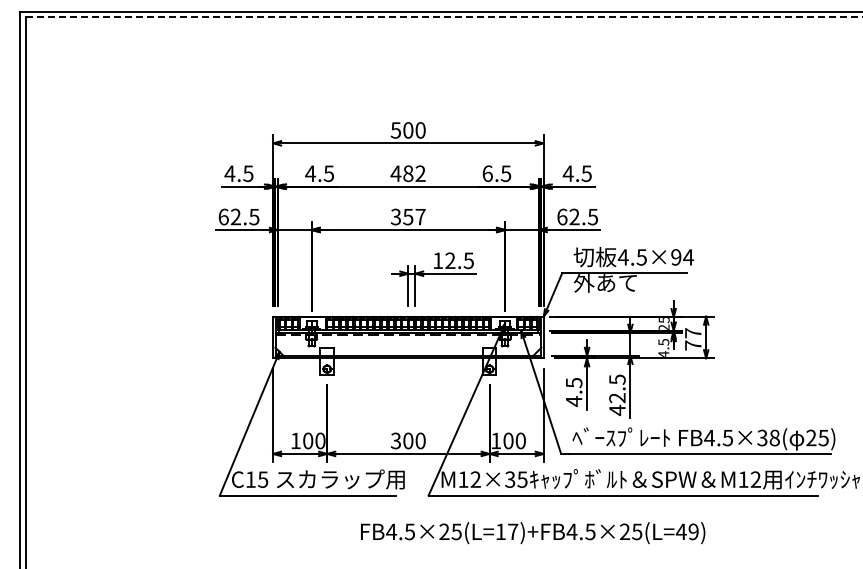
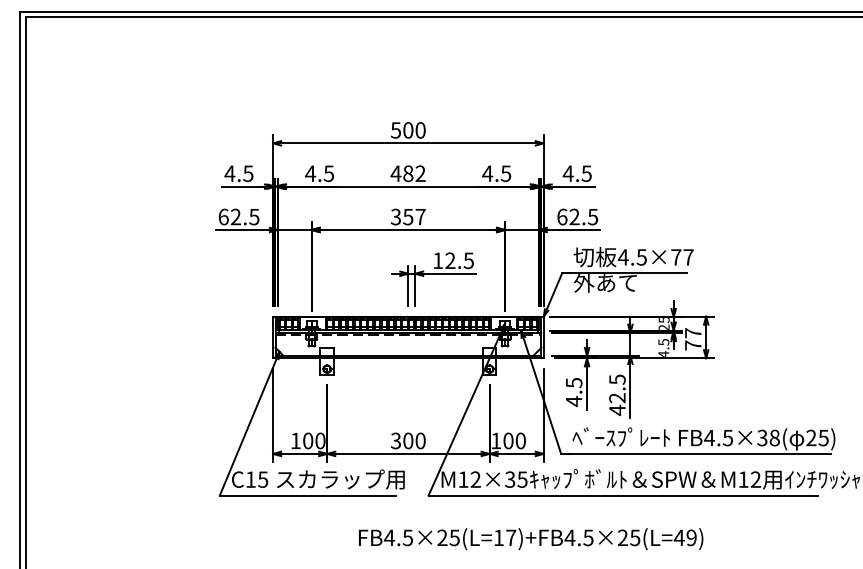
line at (444, 16): dashed -> solid
text at (487, 173): 6.5 -> 4.5
text at (682, 257): 4.5×94 -> 4.5×77
text at (533, 533) position: (533, 533) -> (531, 539)
